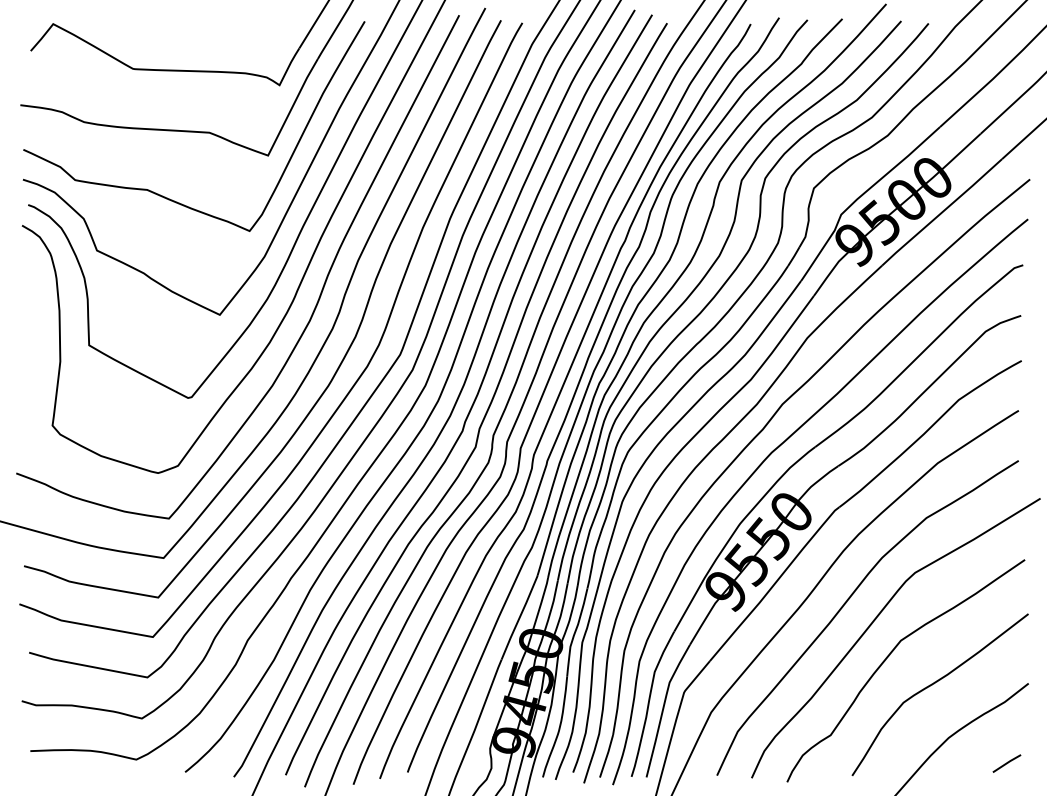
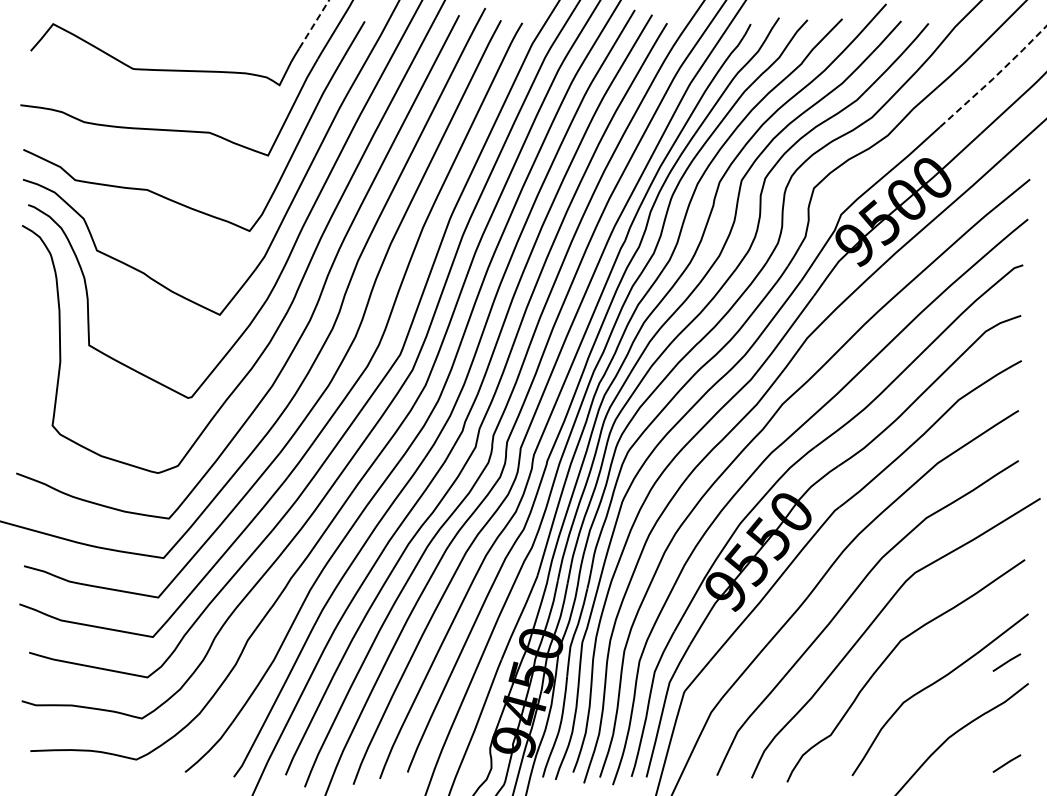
line at (314, 23): solid -> dashed
line at (994, 77): solid -> dashed
line at (1006, 662): none -> present
